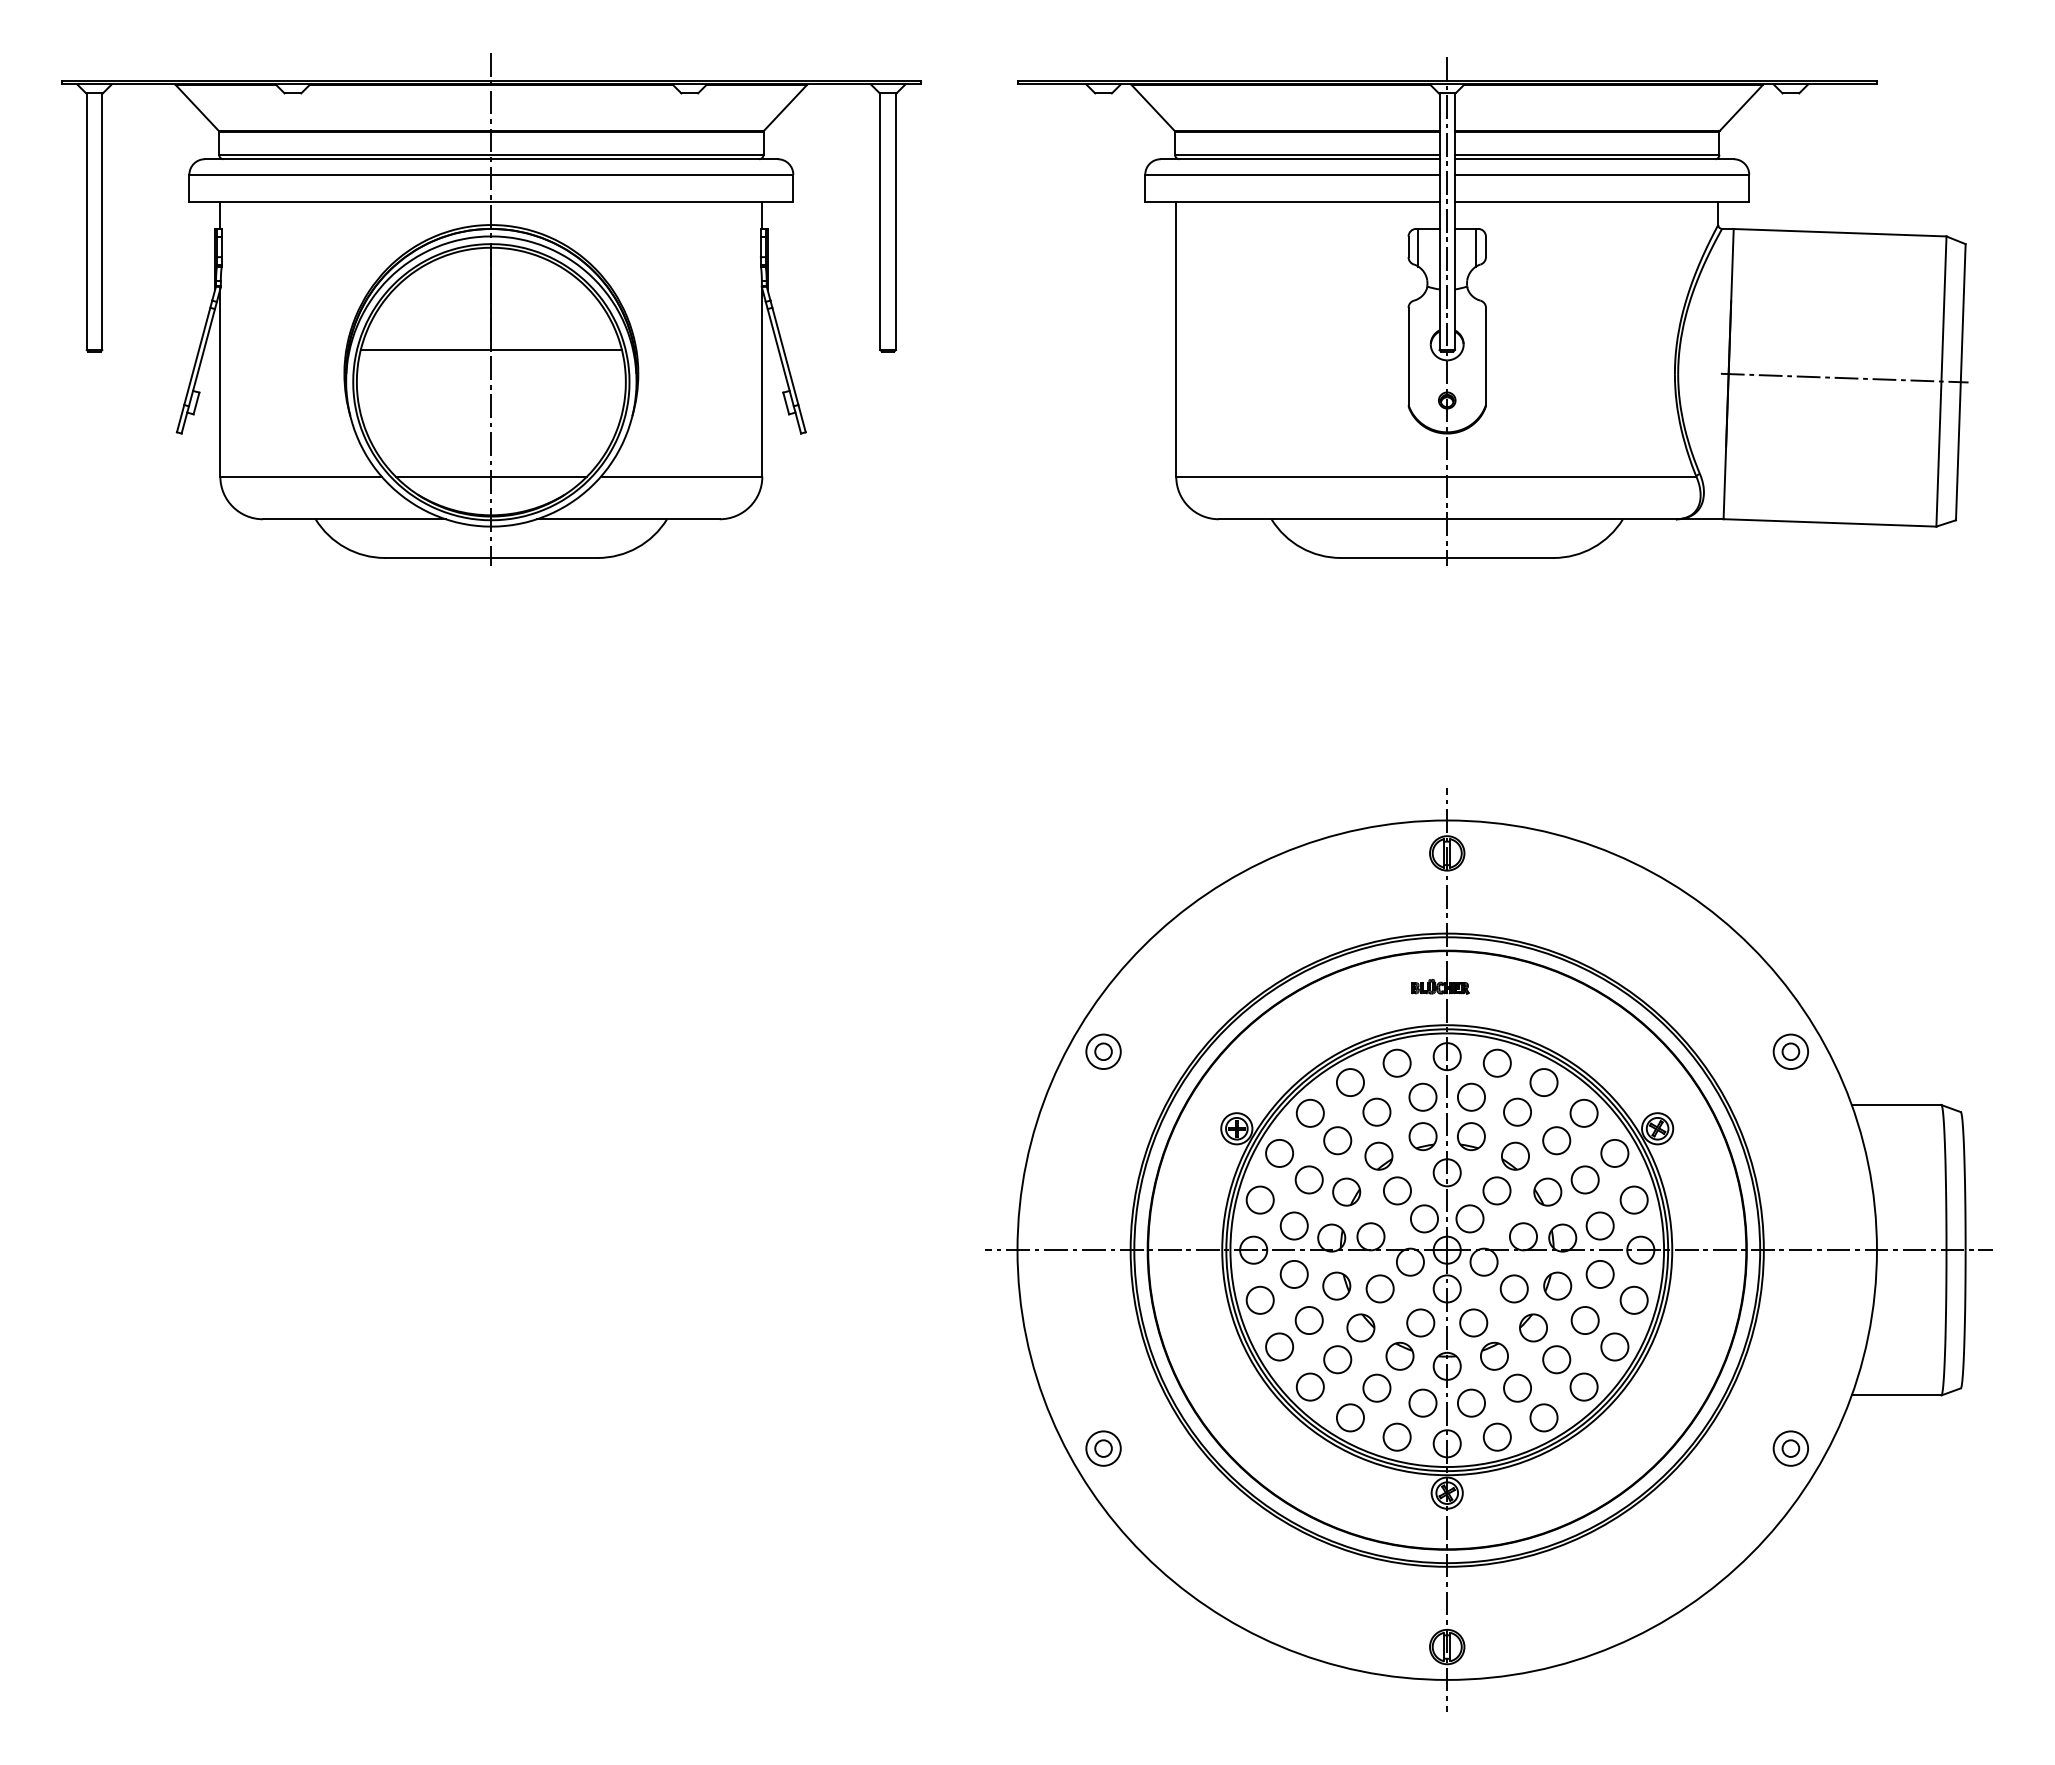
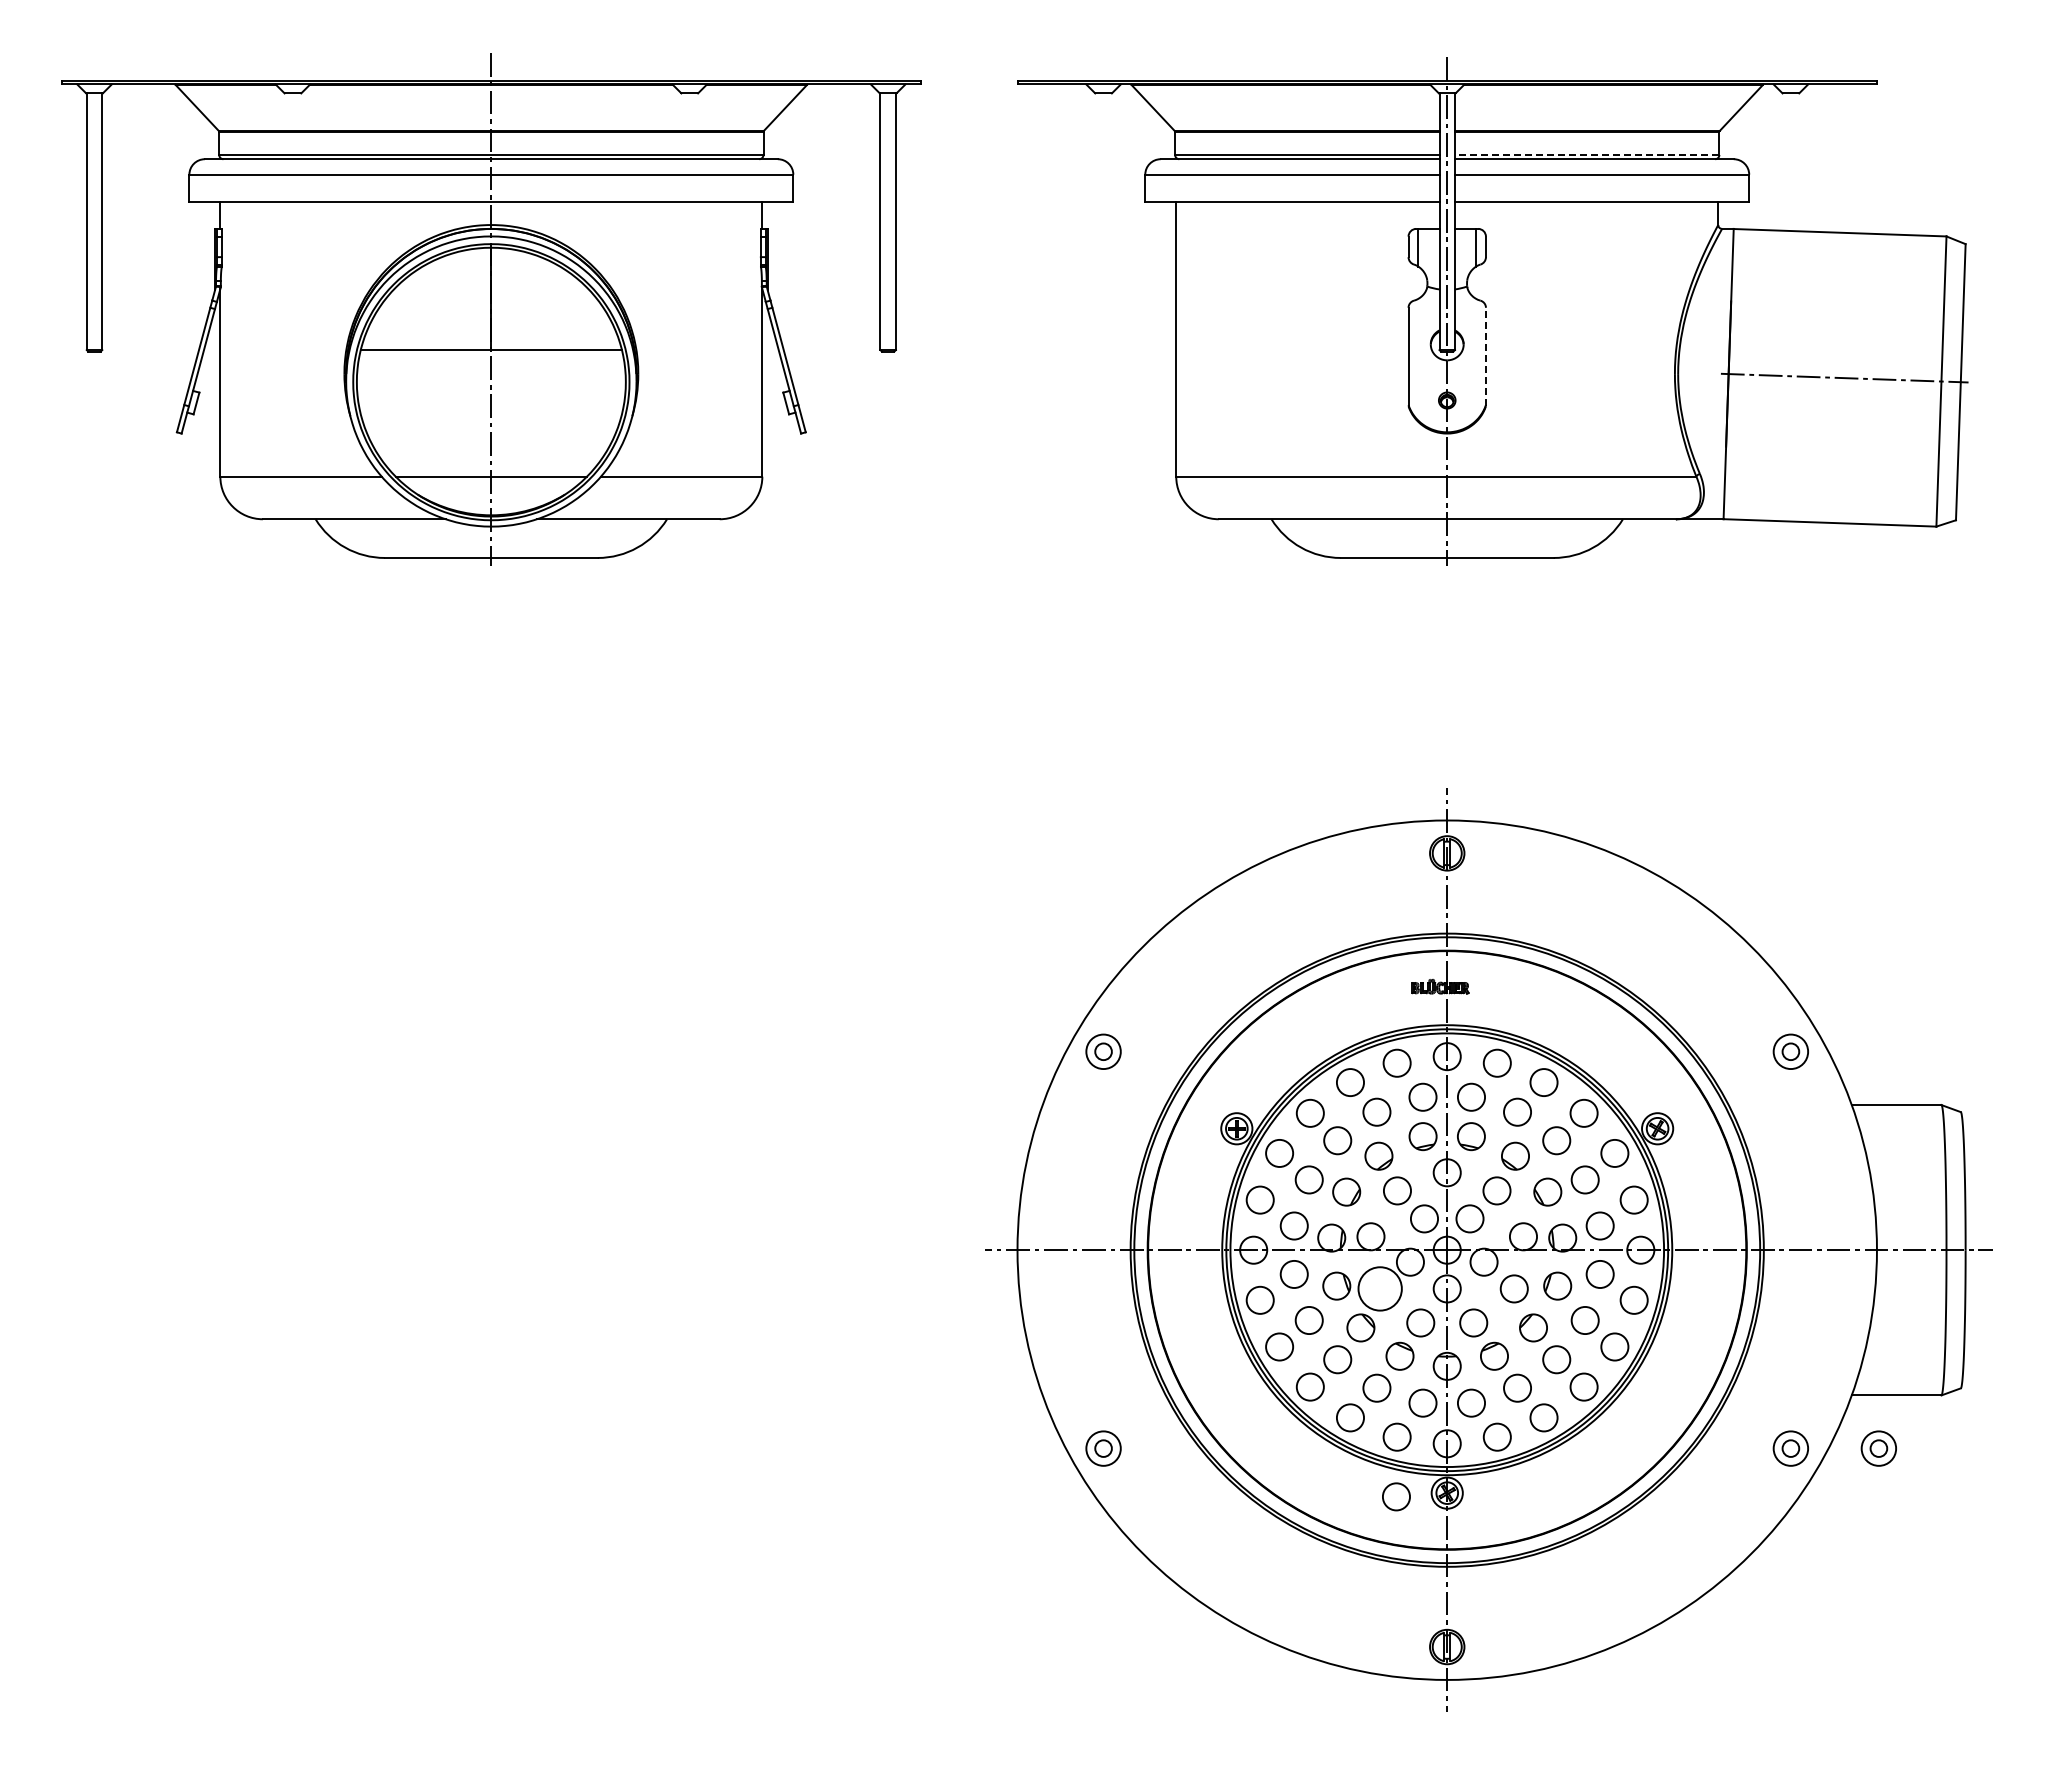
line at (1586, 154): solid -> dashed
line at (1485, 356): solid -> dashed
circle at (1379, 1288) diameter: 27 px -> 43 px
part at (1878, 1448): none -> present
circle at (1396, 1496): none -> present
